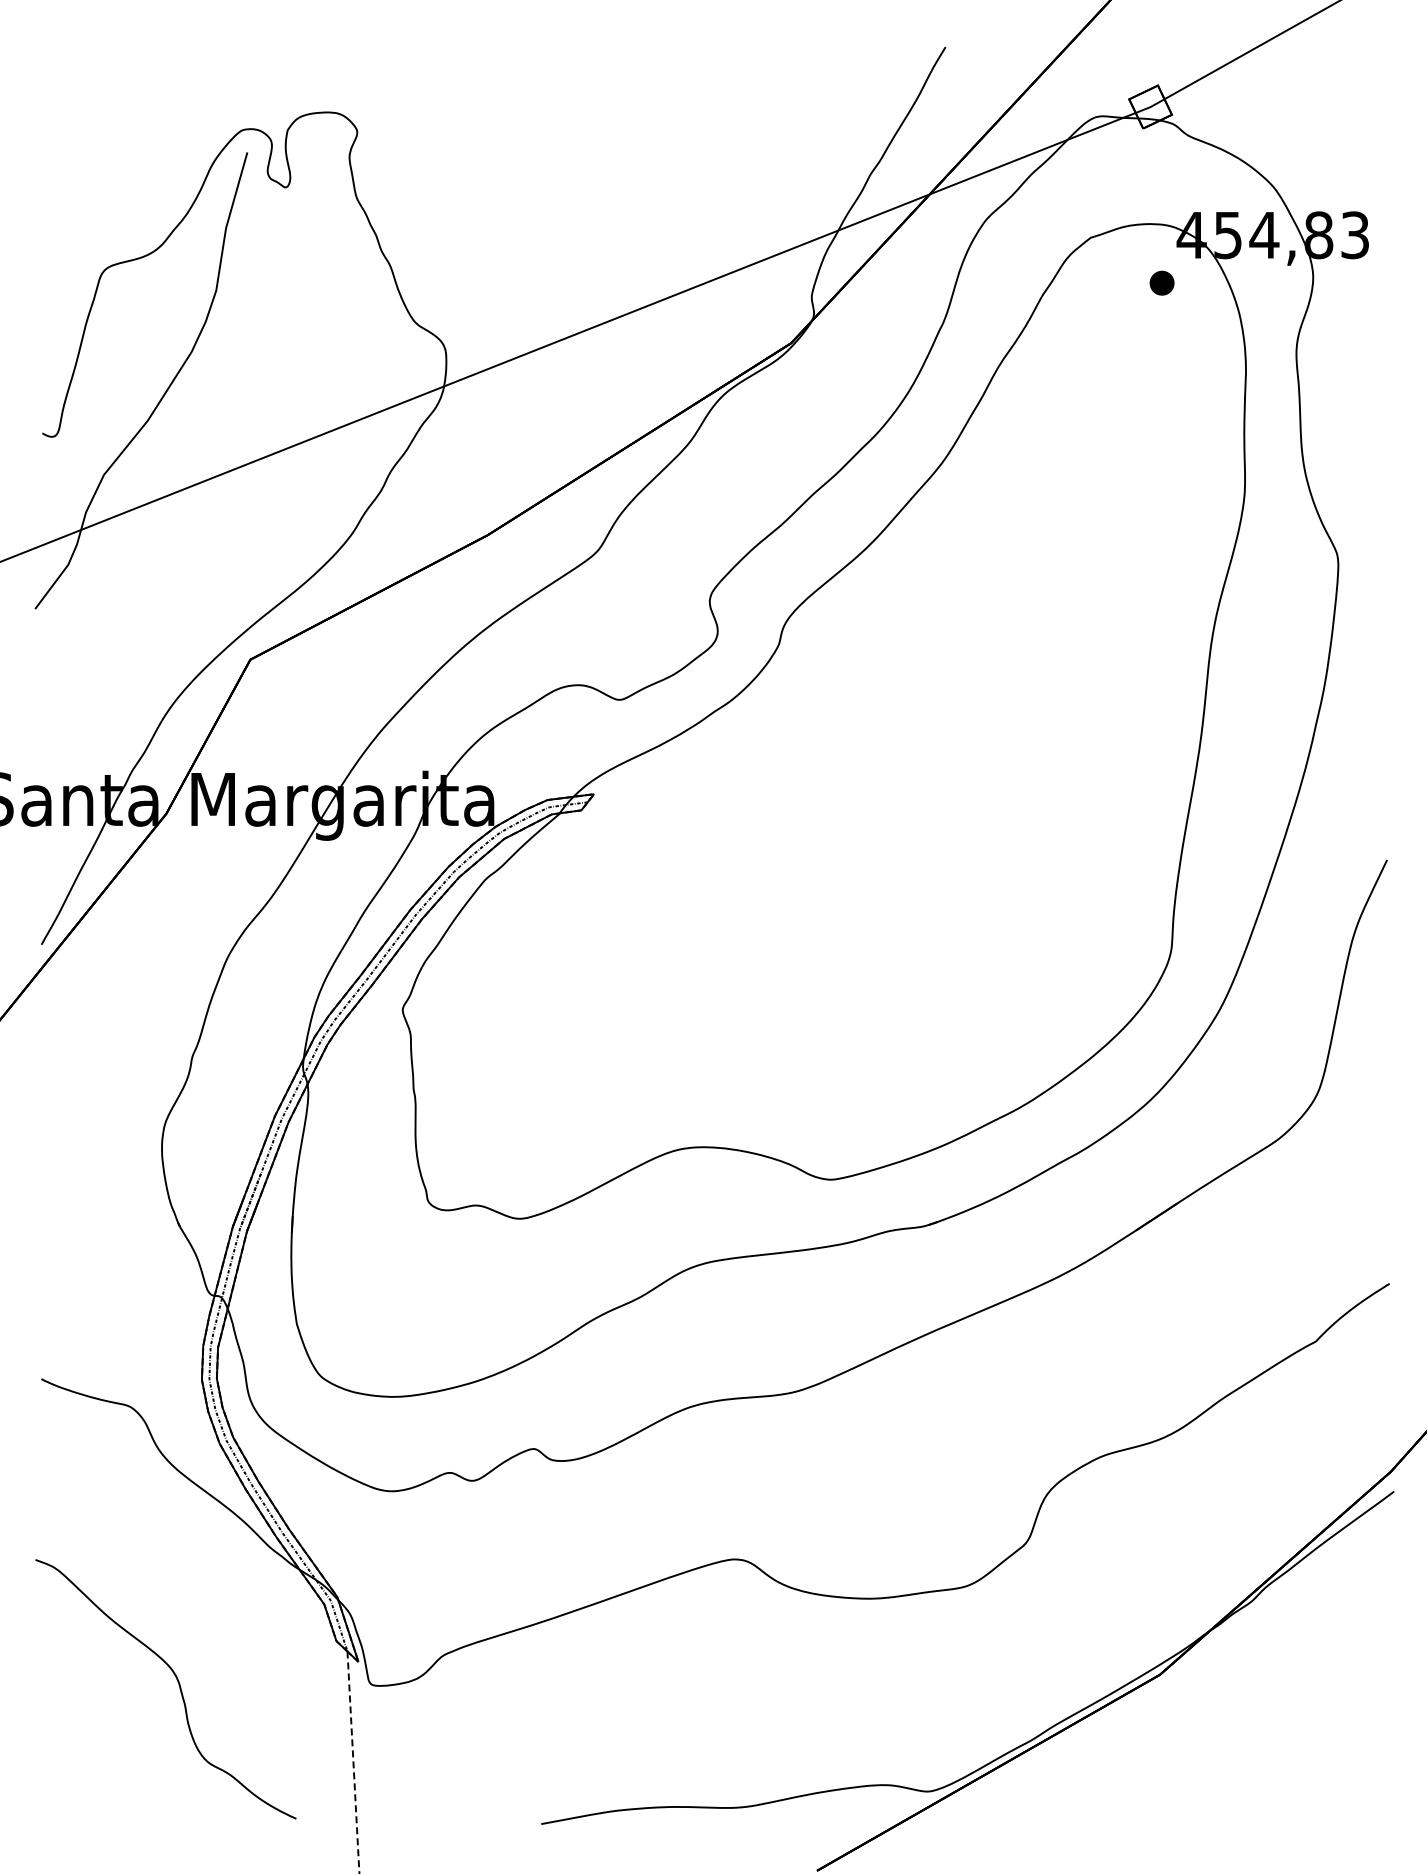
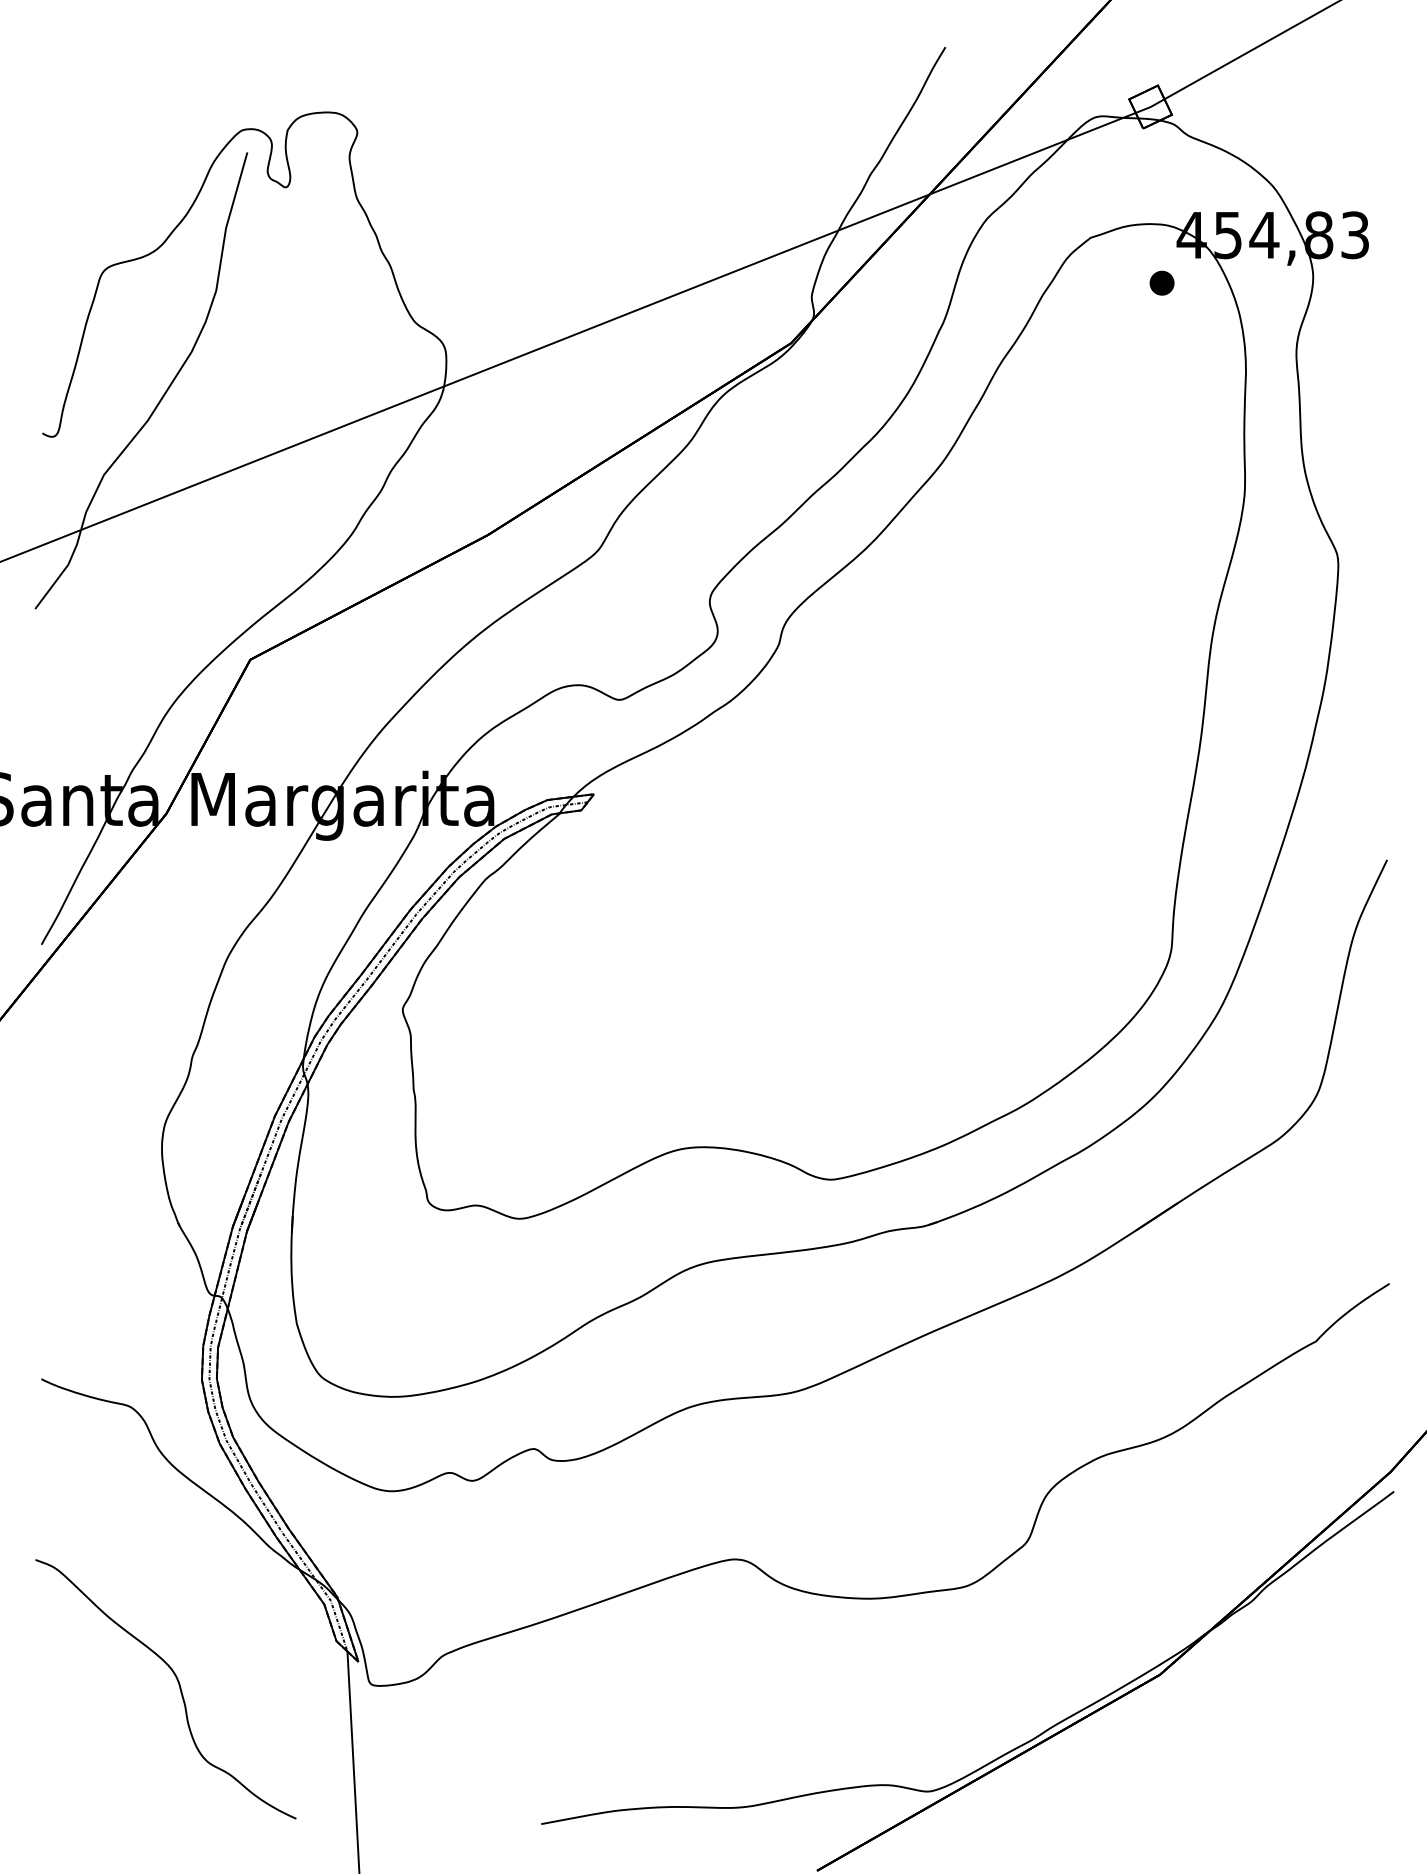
line at (353, 1762): dashed -> solid
